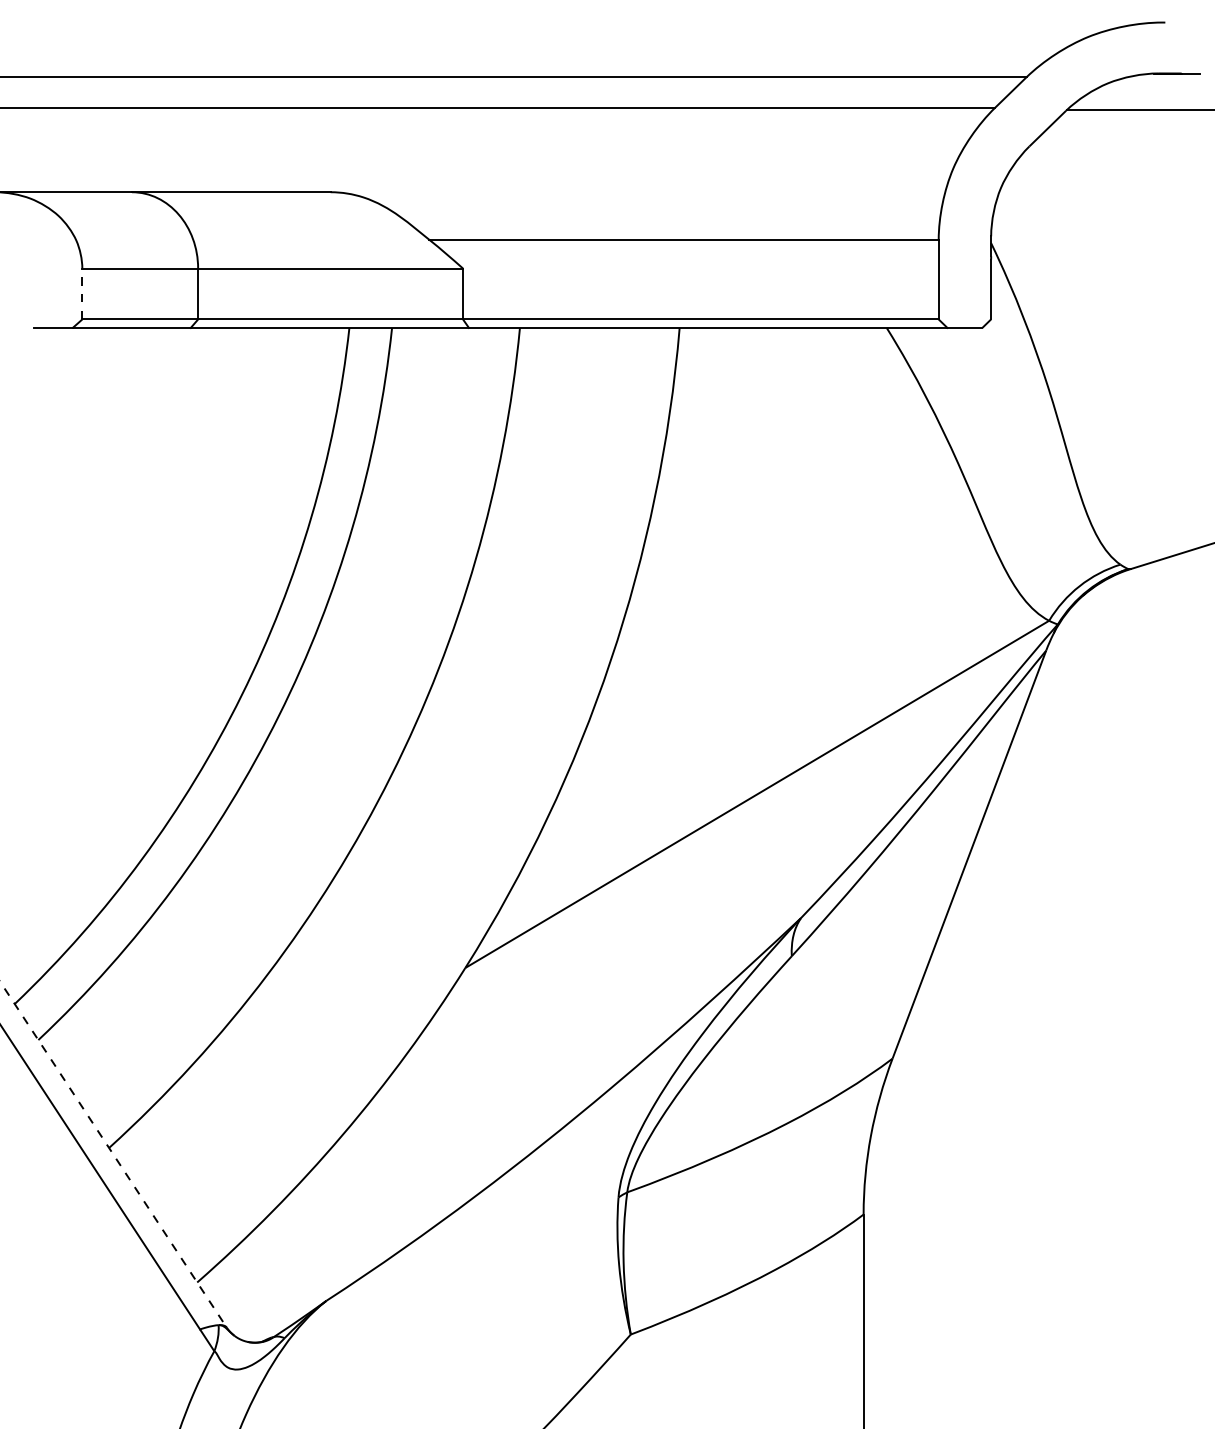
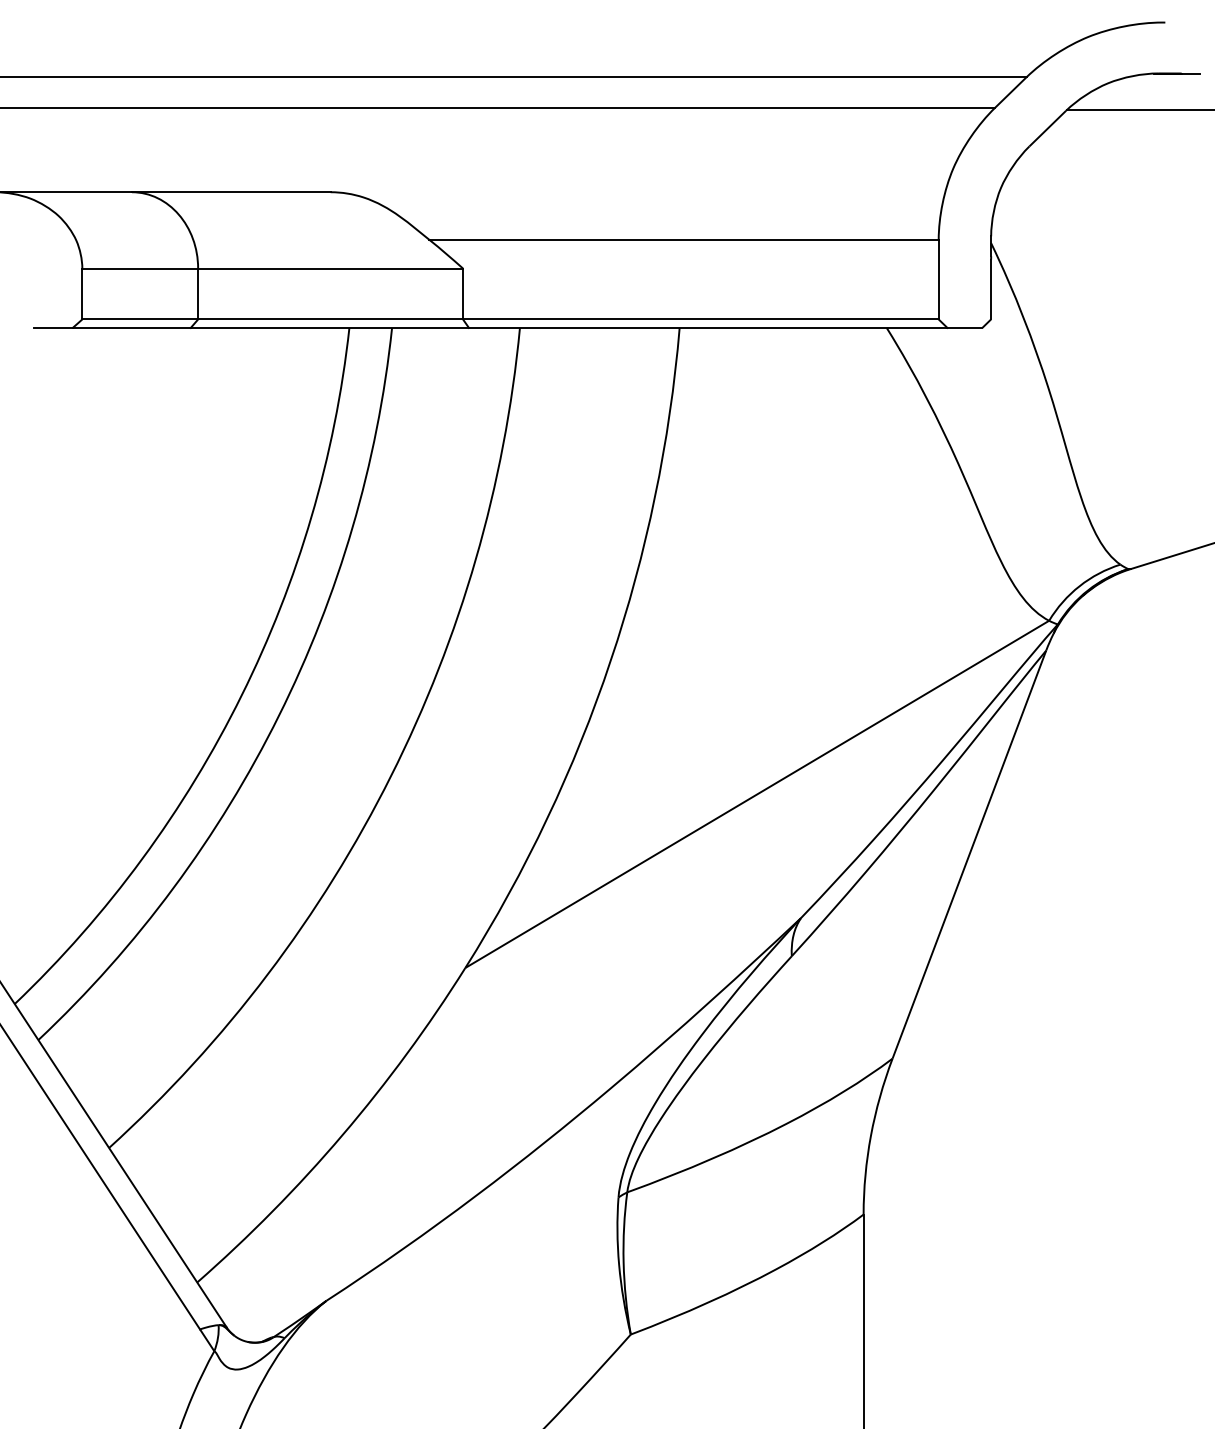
line at (82, 293): dashed -> solid
line at (113, 1154): dashed -> solid
